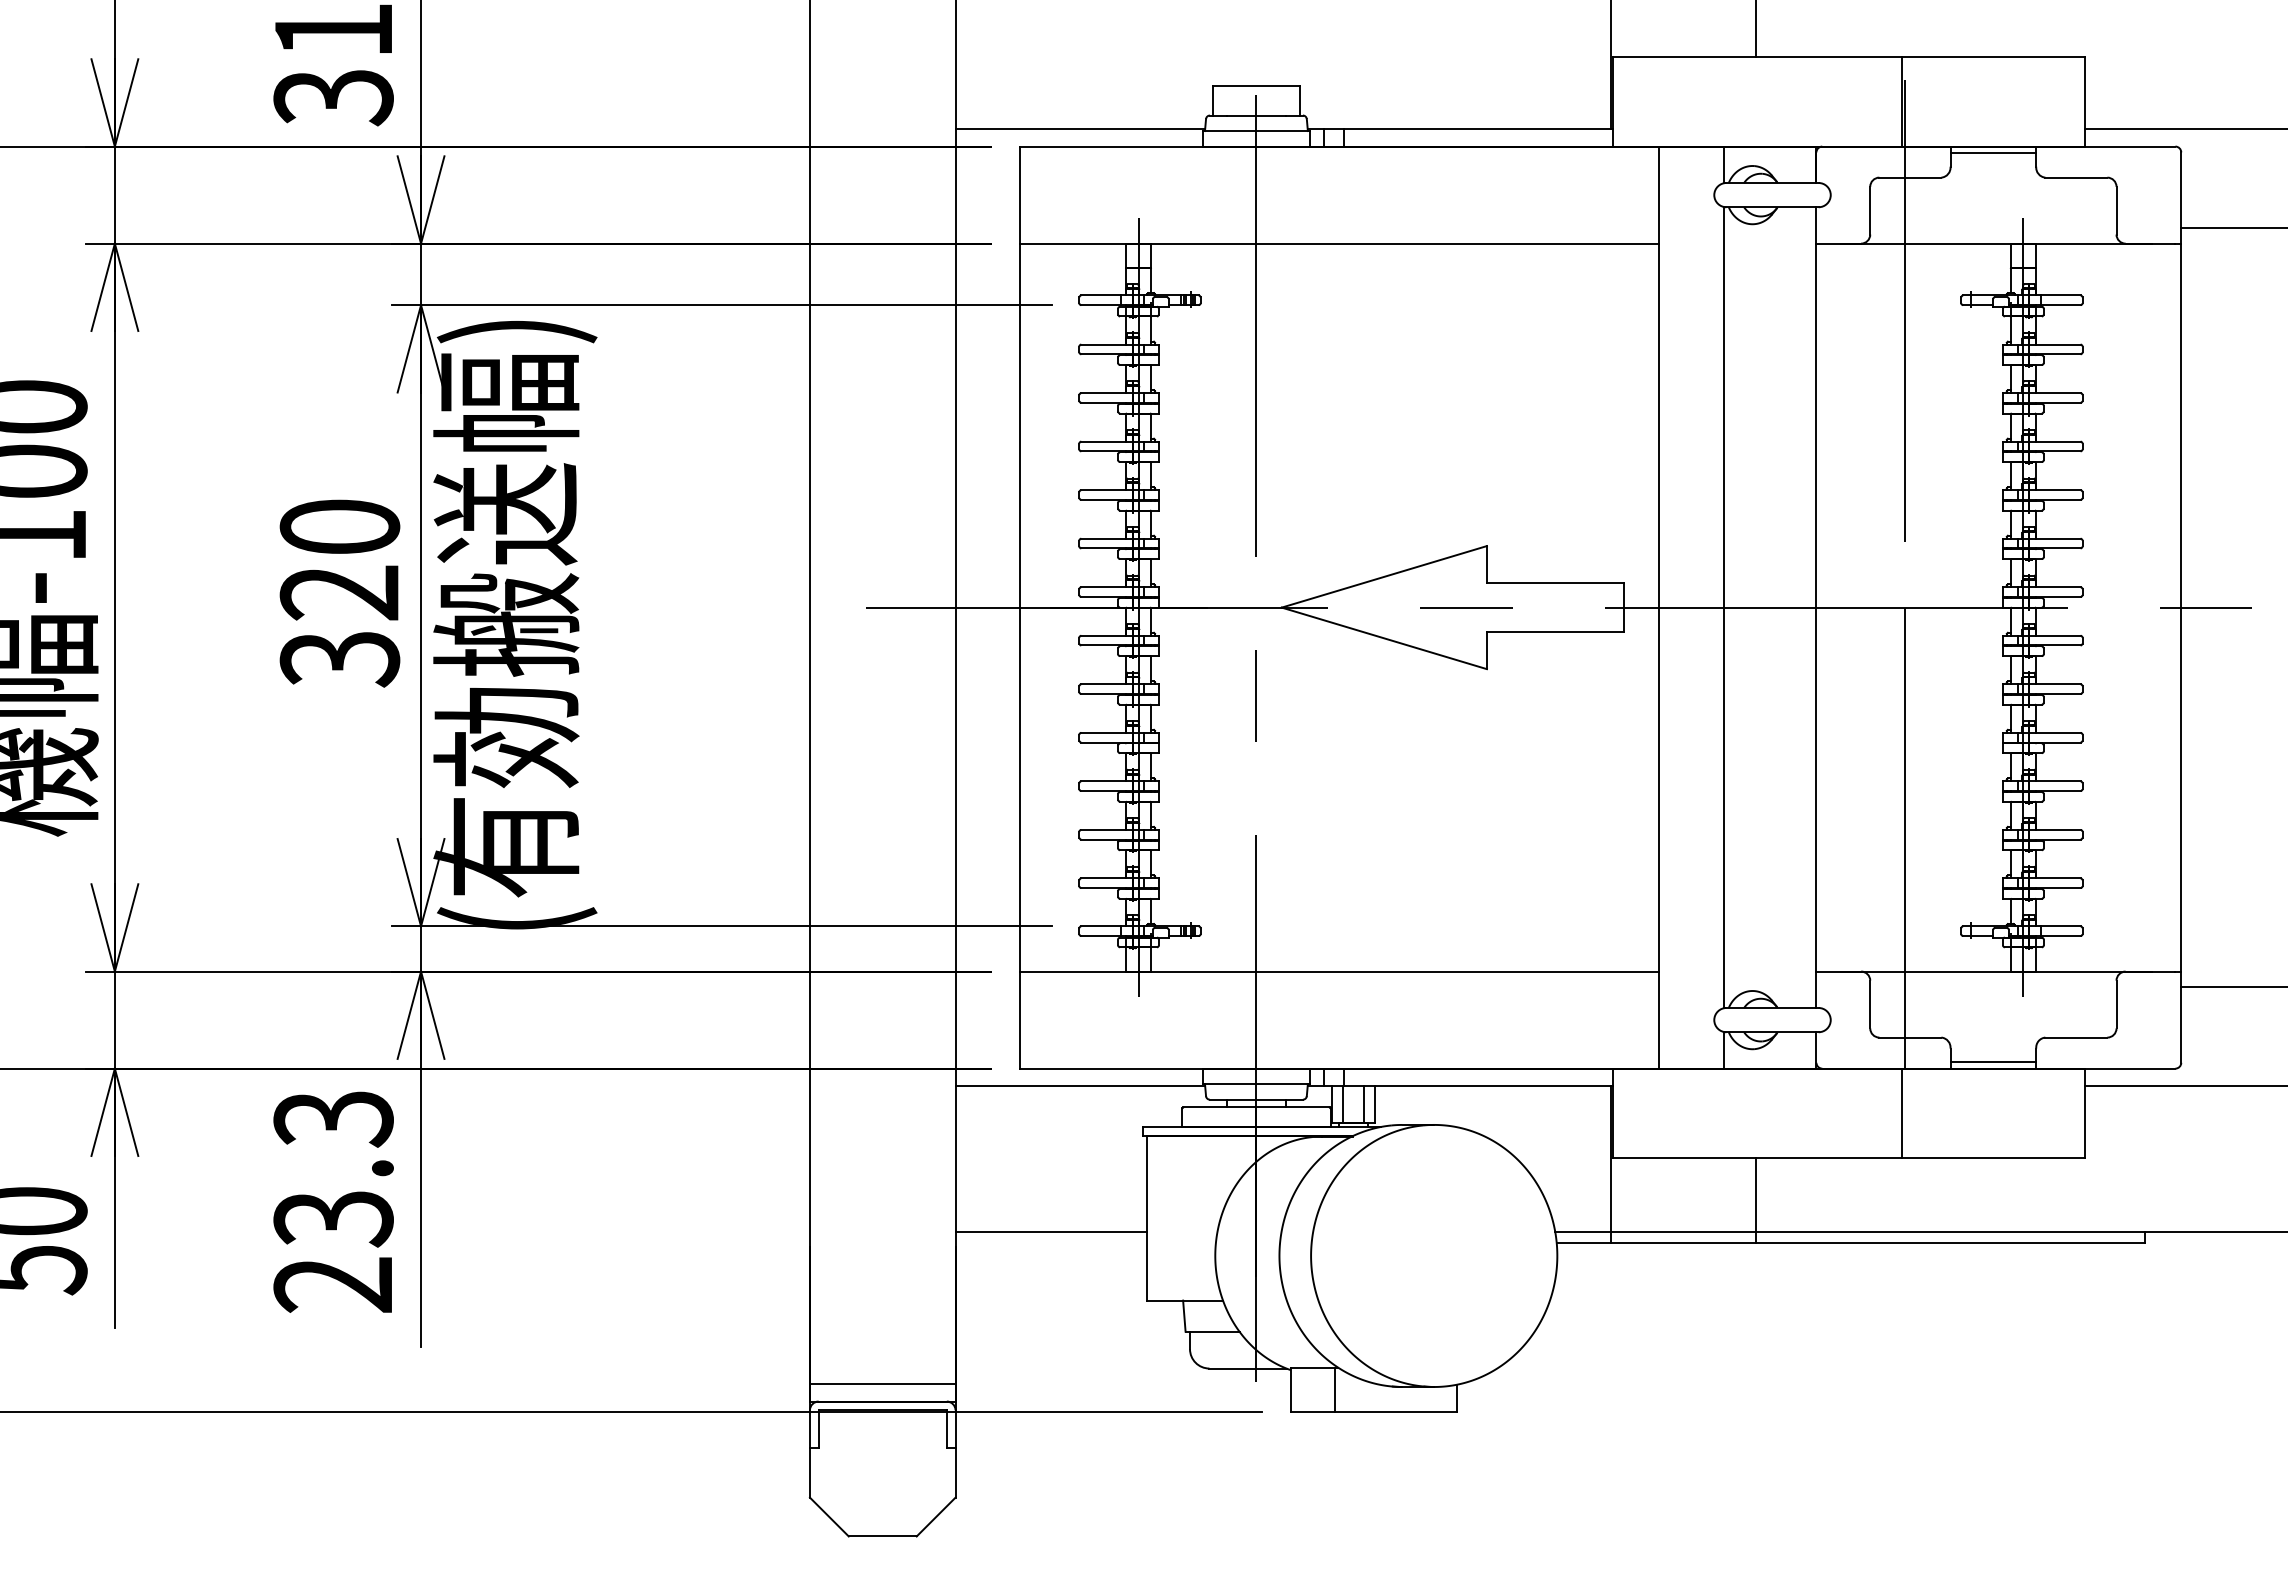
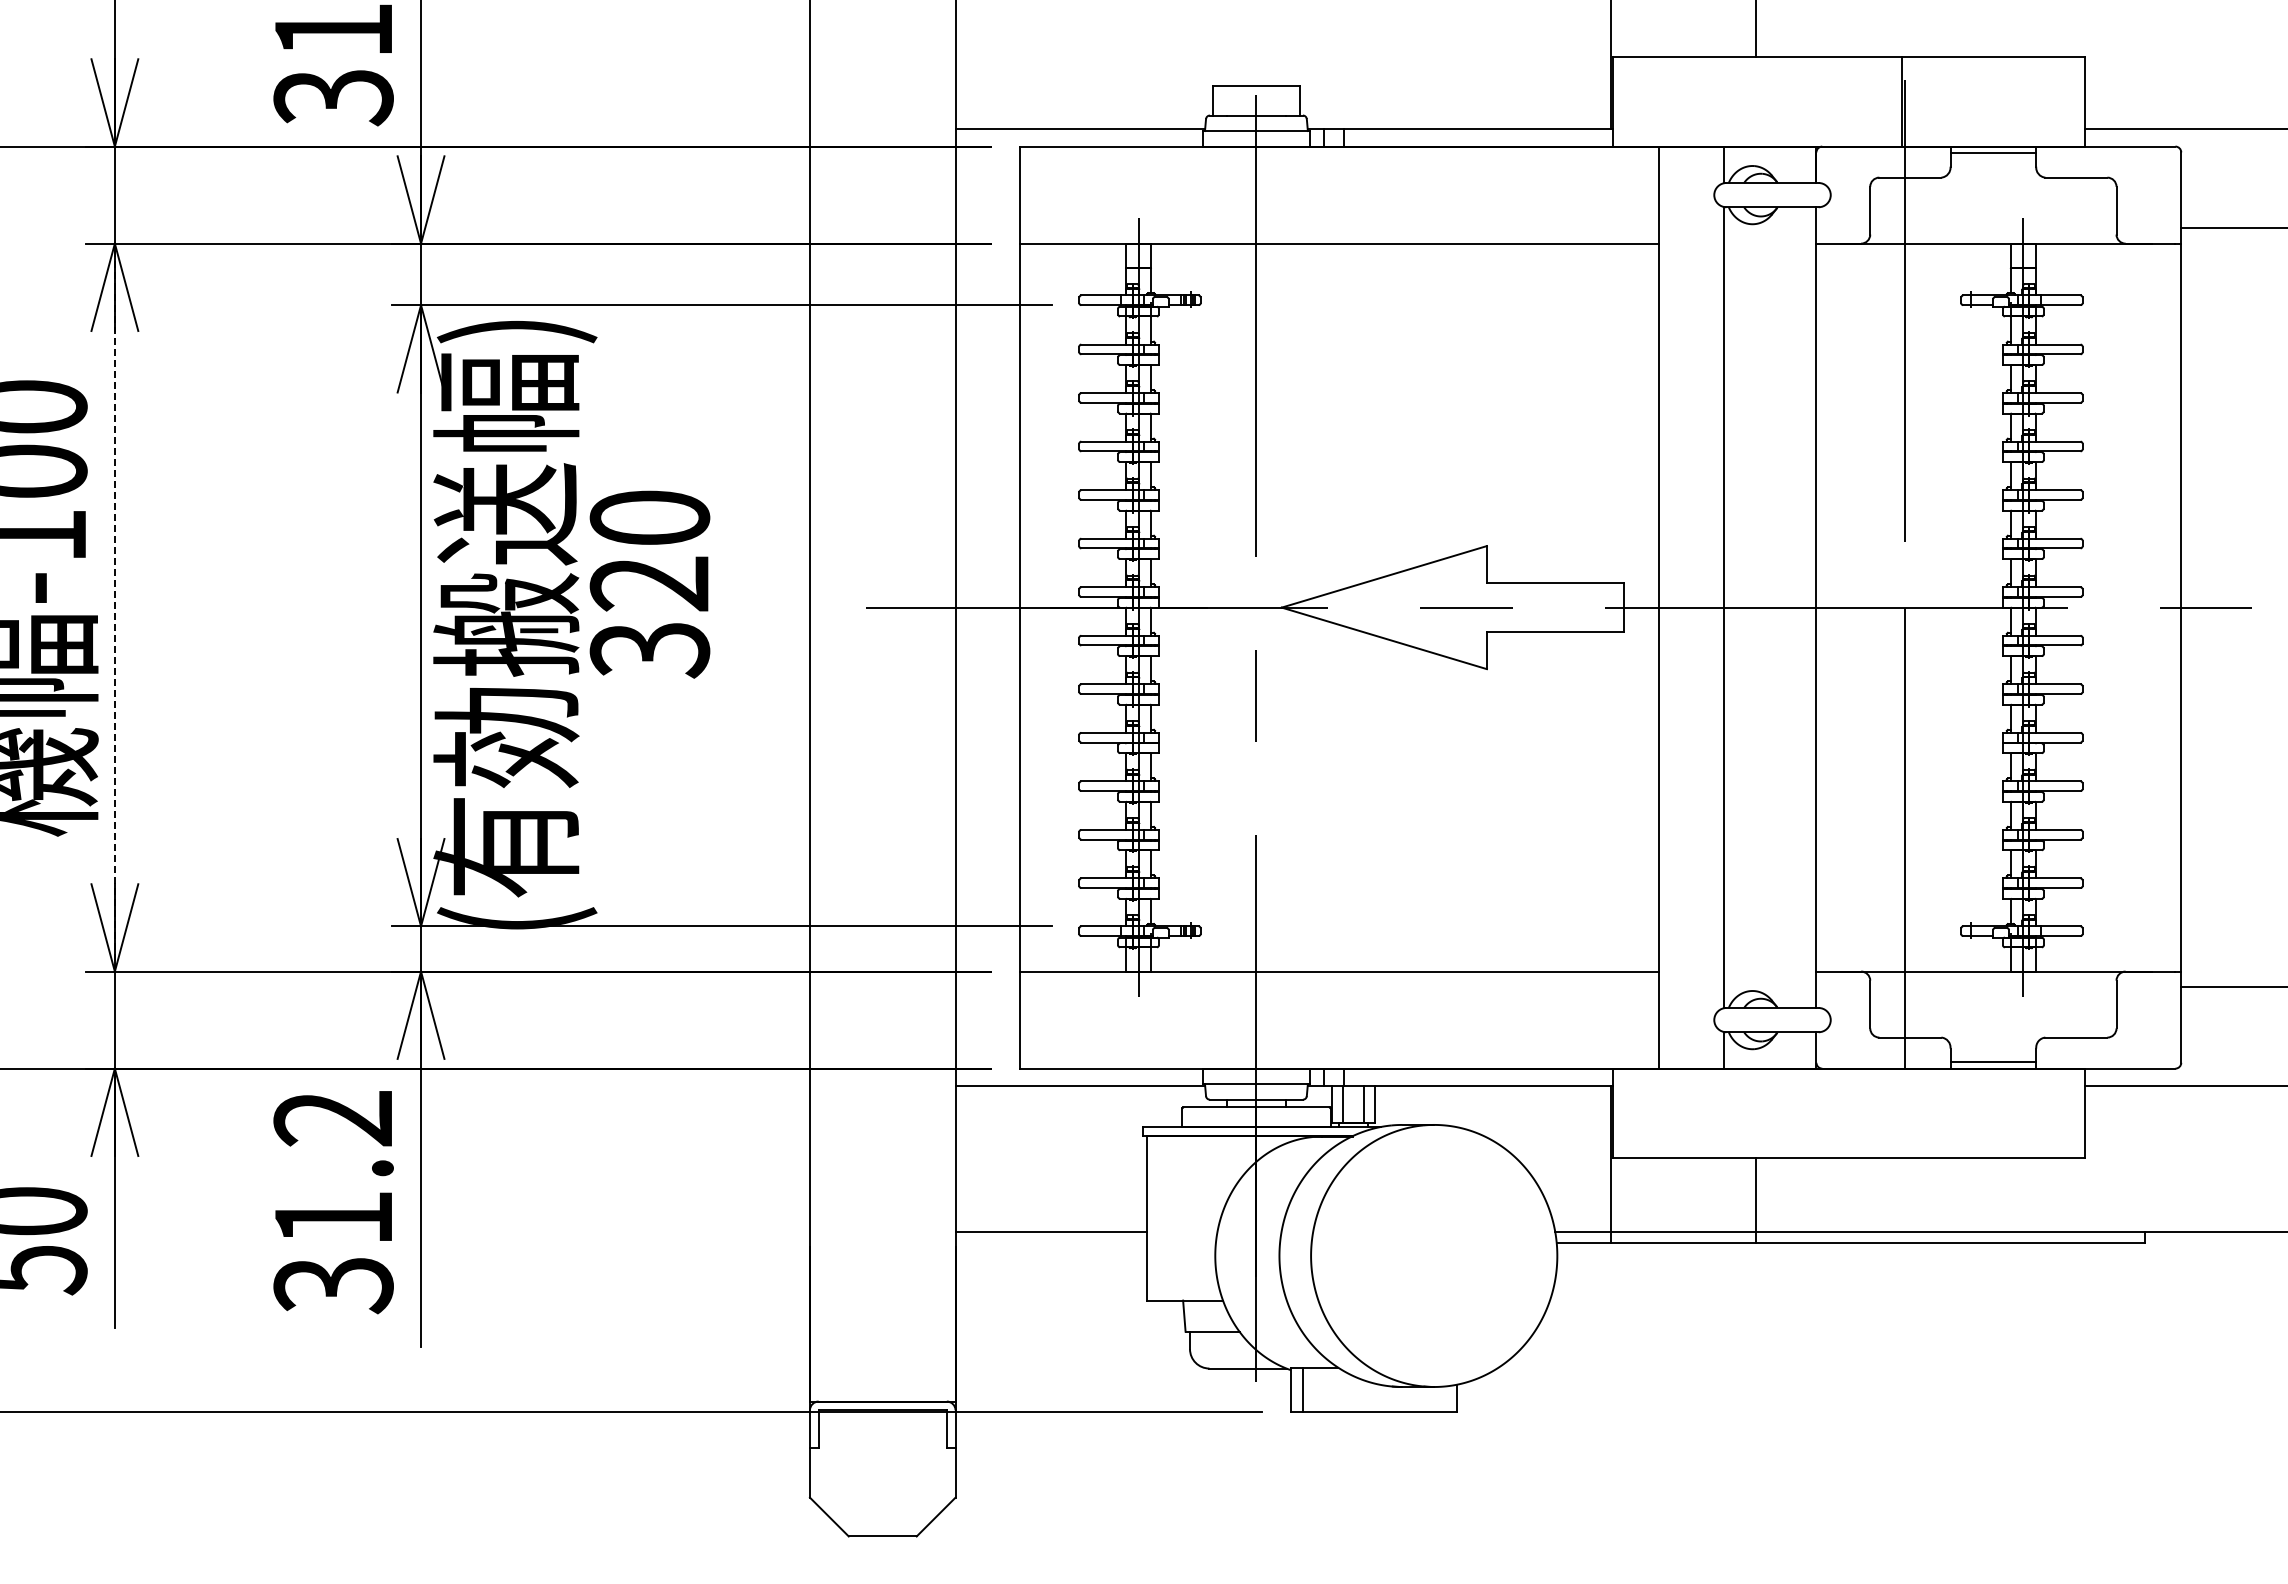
text at (339, 593) position: (339, 593) -> (649, 584)
line at (114, 607): solid -> dashed
line at (1902, 1112): present -> none
text at (333, 1202): 23.3 -> 31.2
line at (882, 1384): present -> none
line at (1335, 1389) position: (1335, 1389) -> (1303, 1389)
